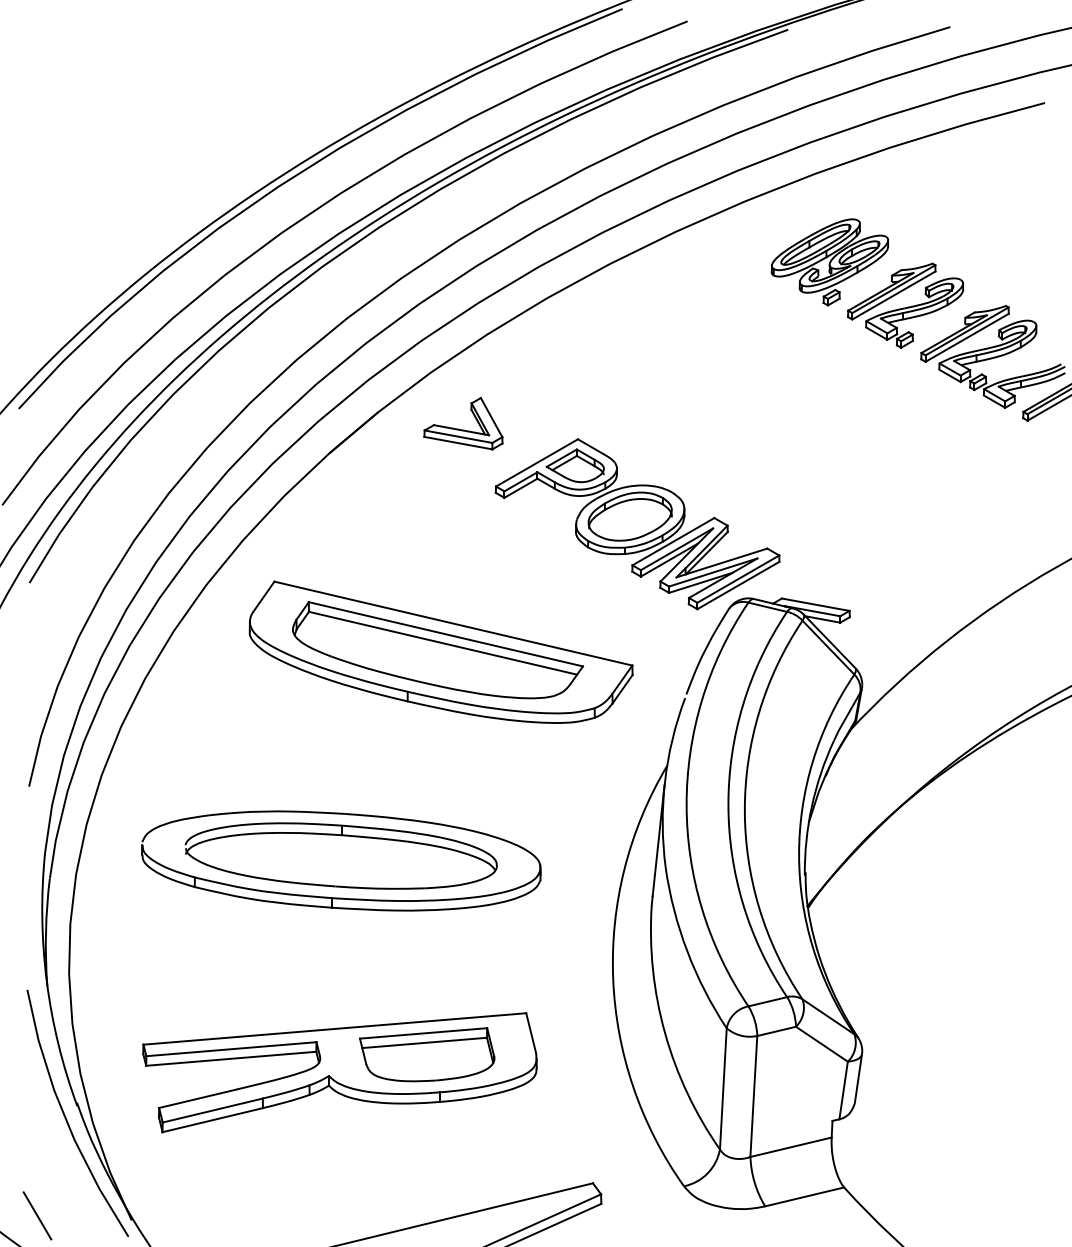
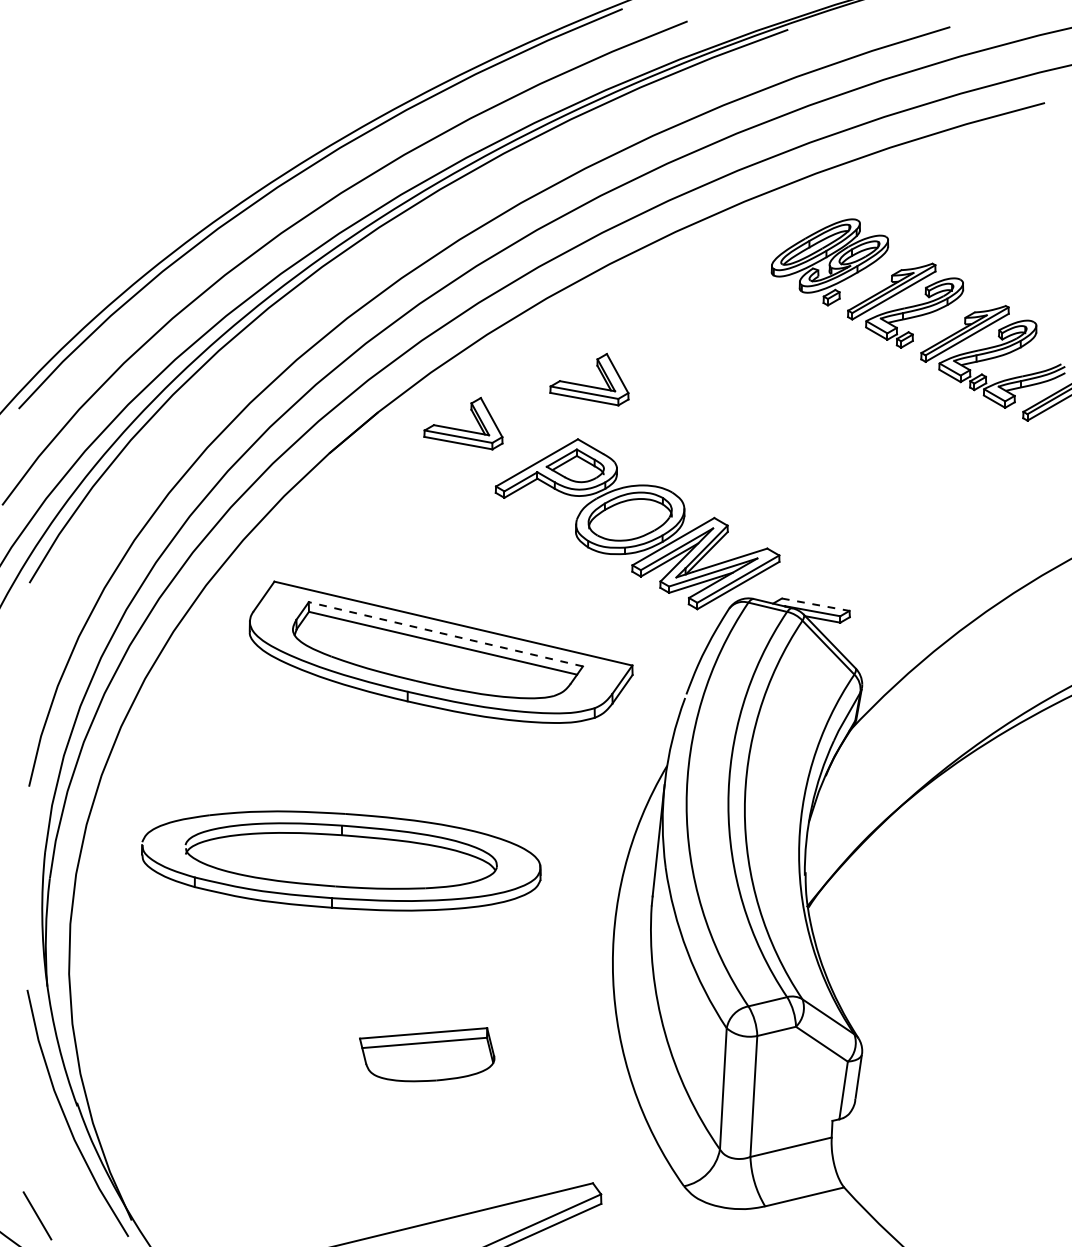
part at (589, 379): none -> present
line at (816, 604): solid -> dashed
line at (445, 634): solid -> dashed
part at (339, 1072): present -> none
